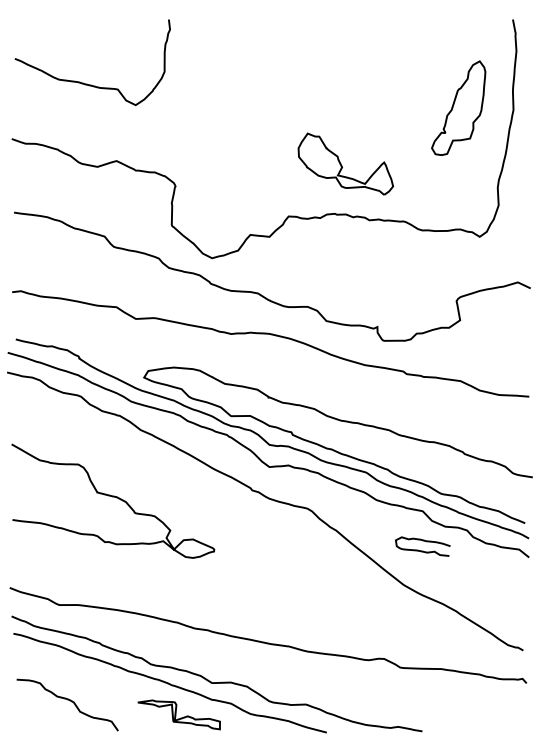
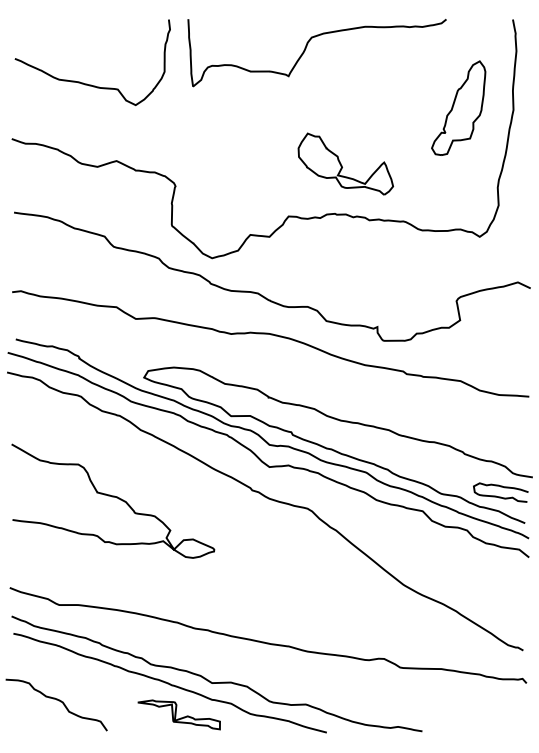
curve at (306, 48): none -> present
curve at (422, 550) position: (422, 550) -> (500, 496)
curve at (69, 701) position: (69, 701) -> (58, 701)
